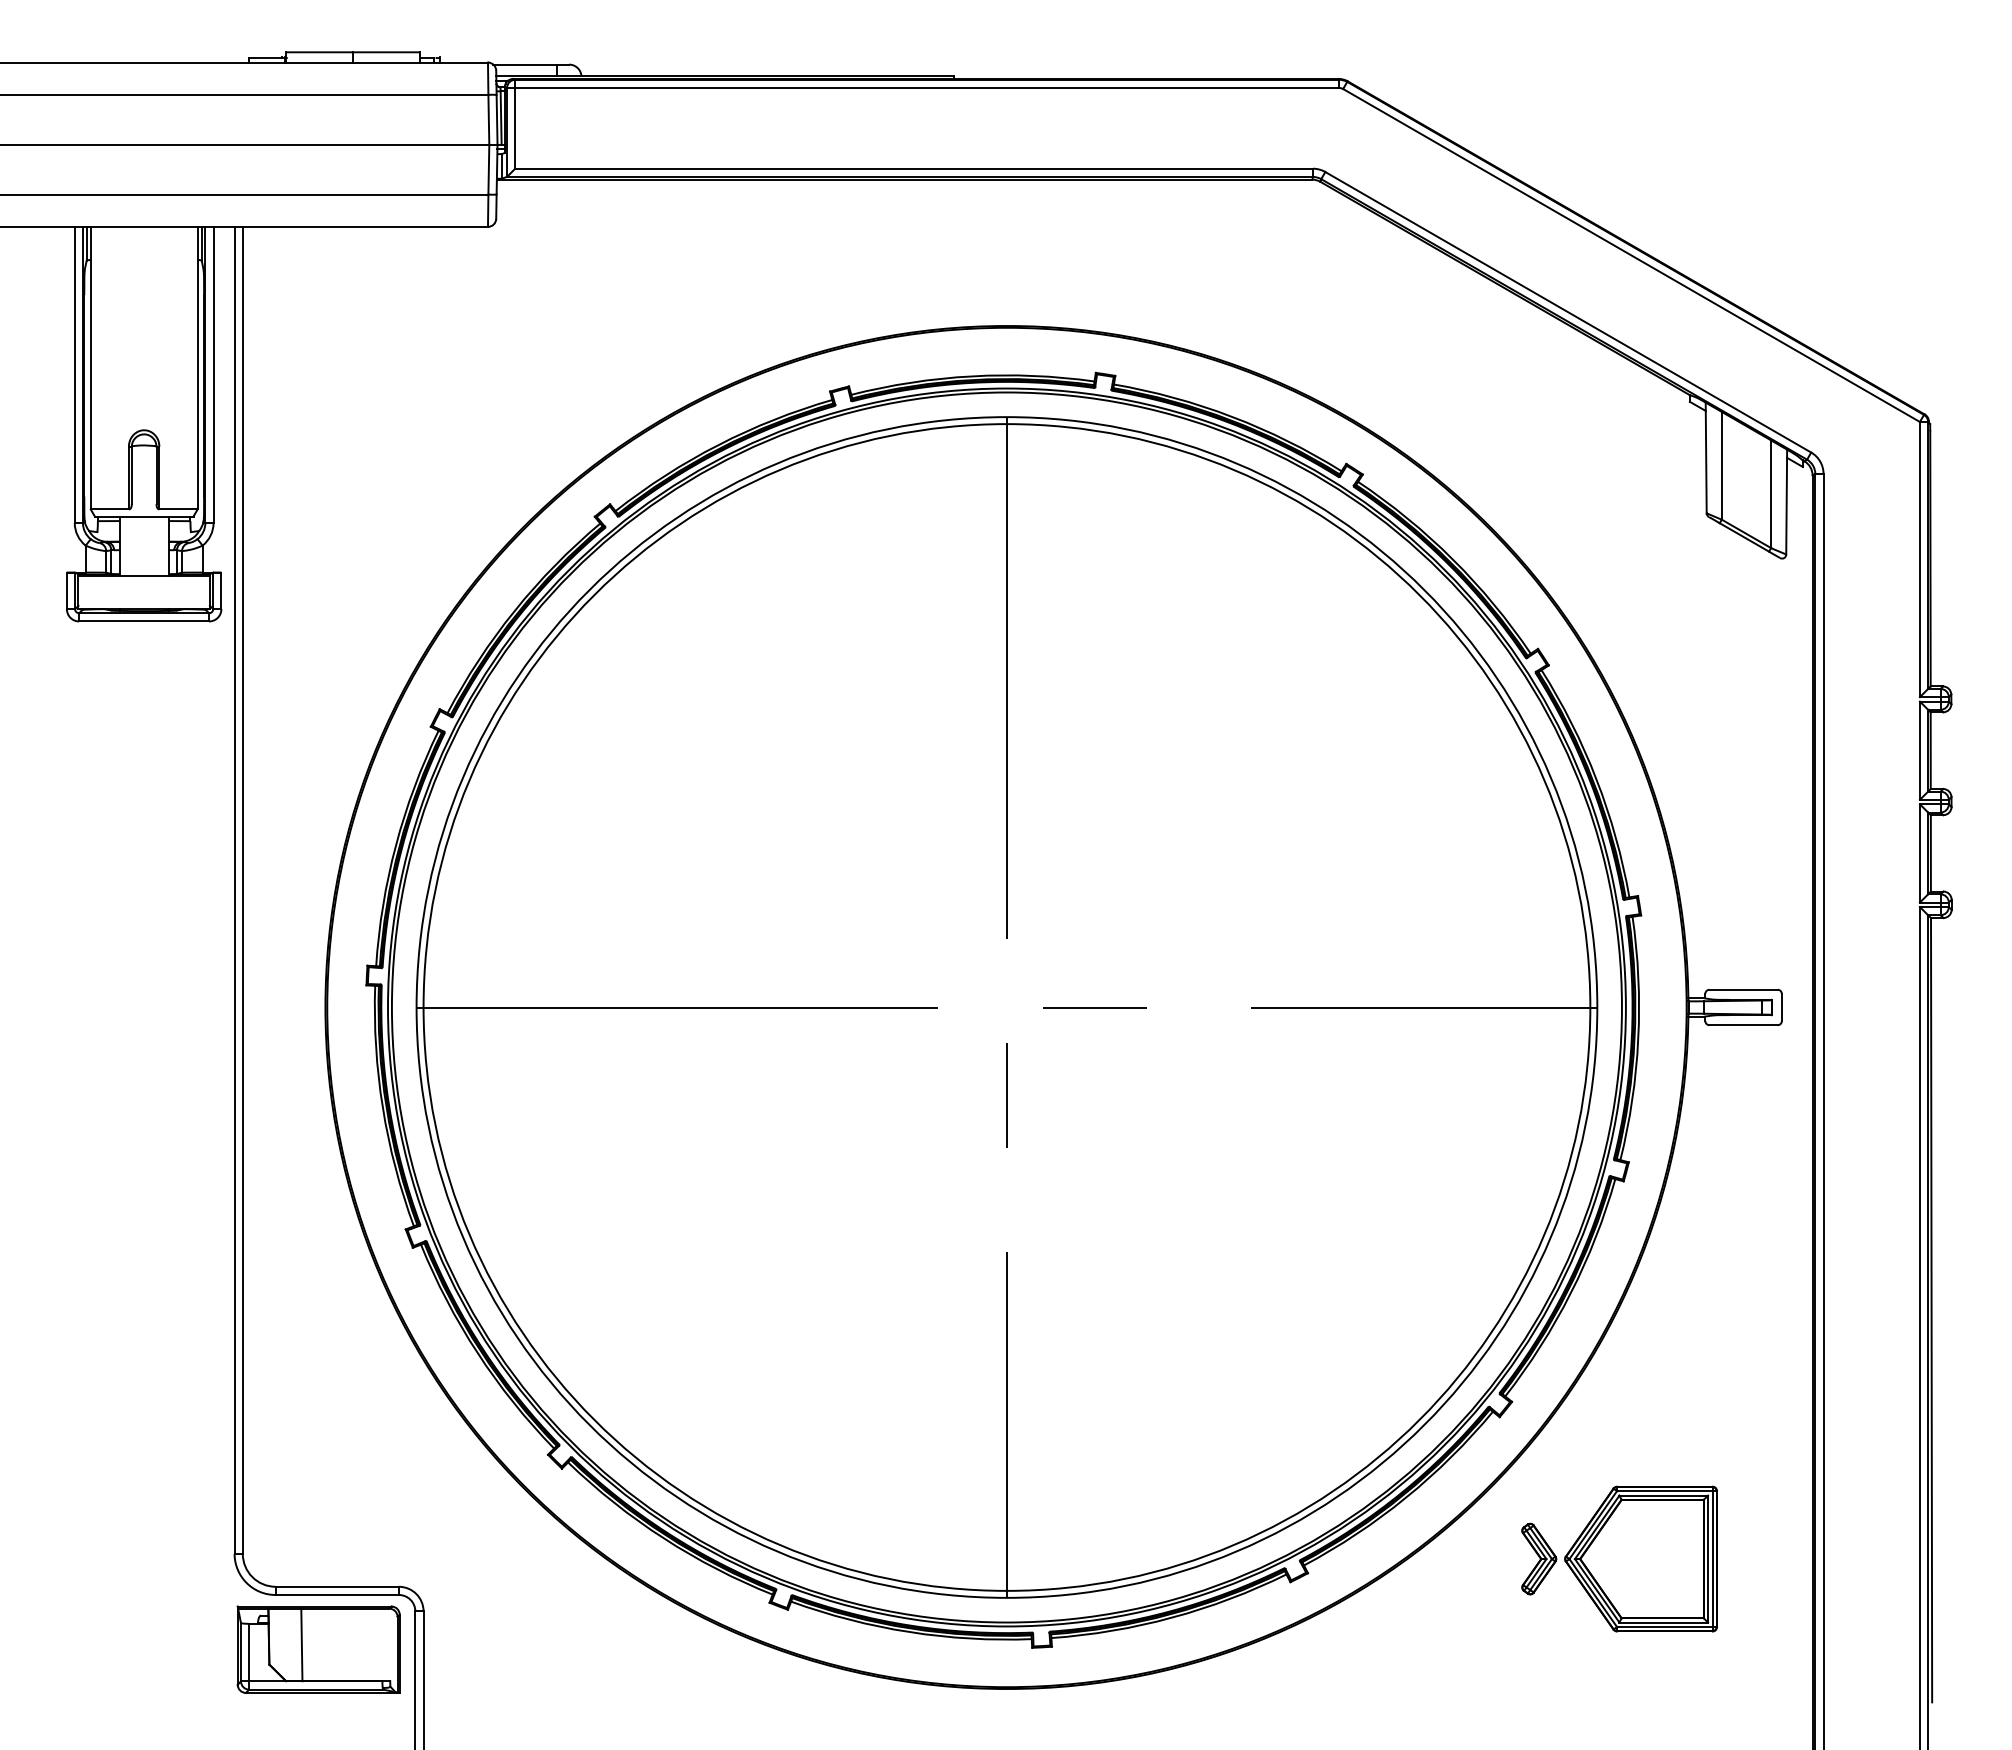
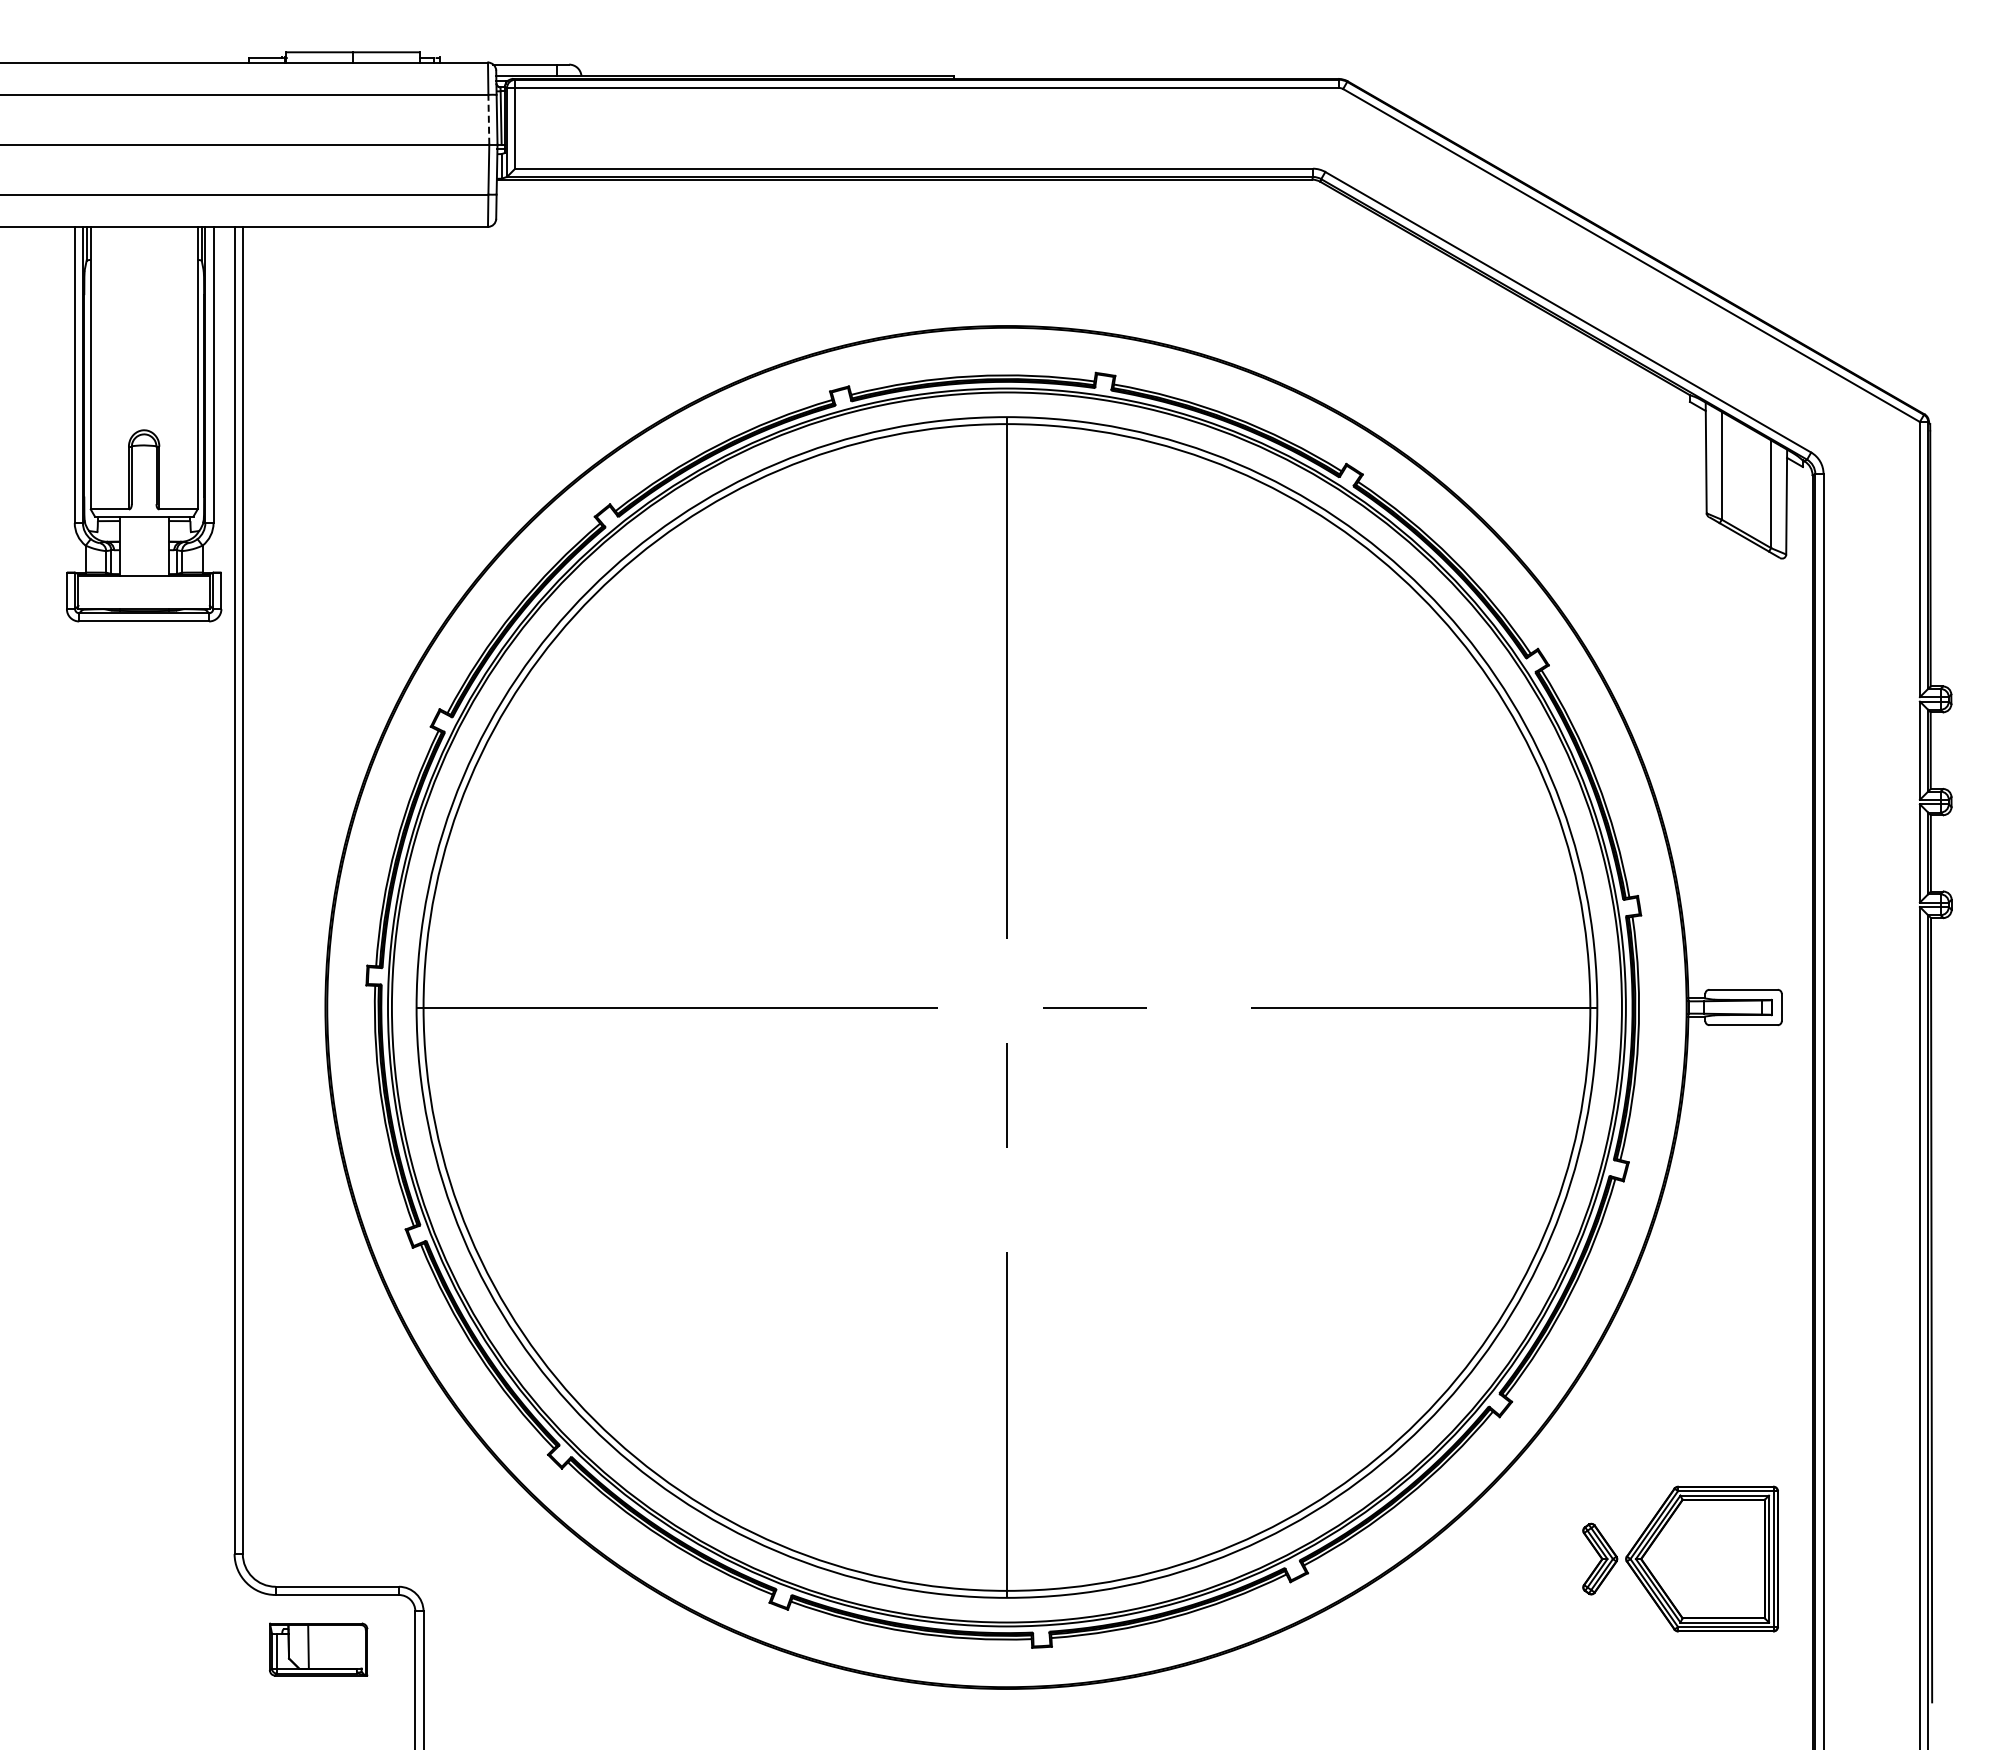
line at (488, 119): solid -> dashed
part at (1619, 1558) position: (1619, 1558) -> (1680, 1558)
part at (318, 1649) size: 165x89 px -> 100x55 px
